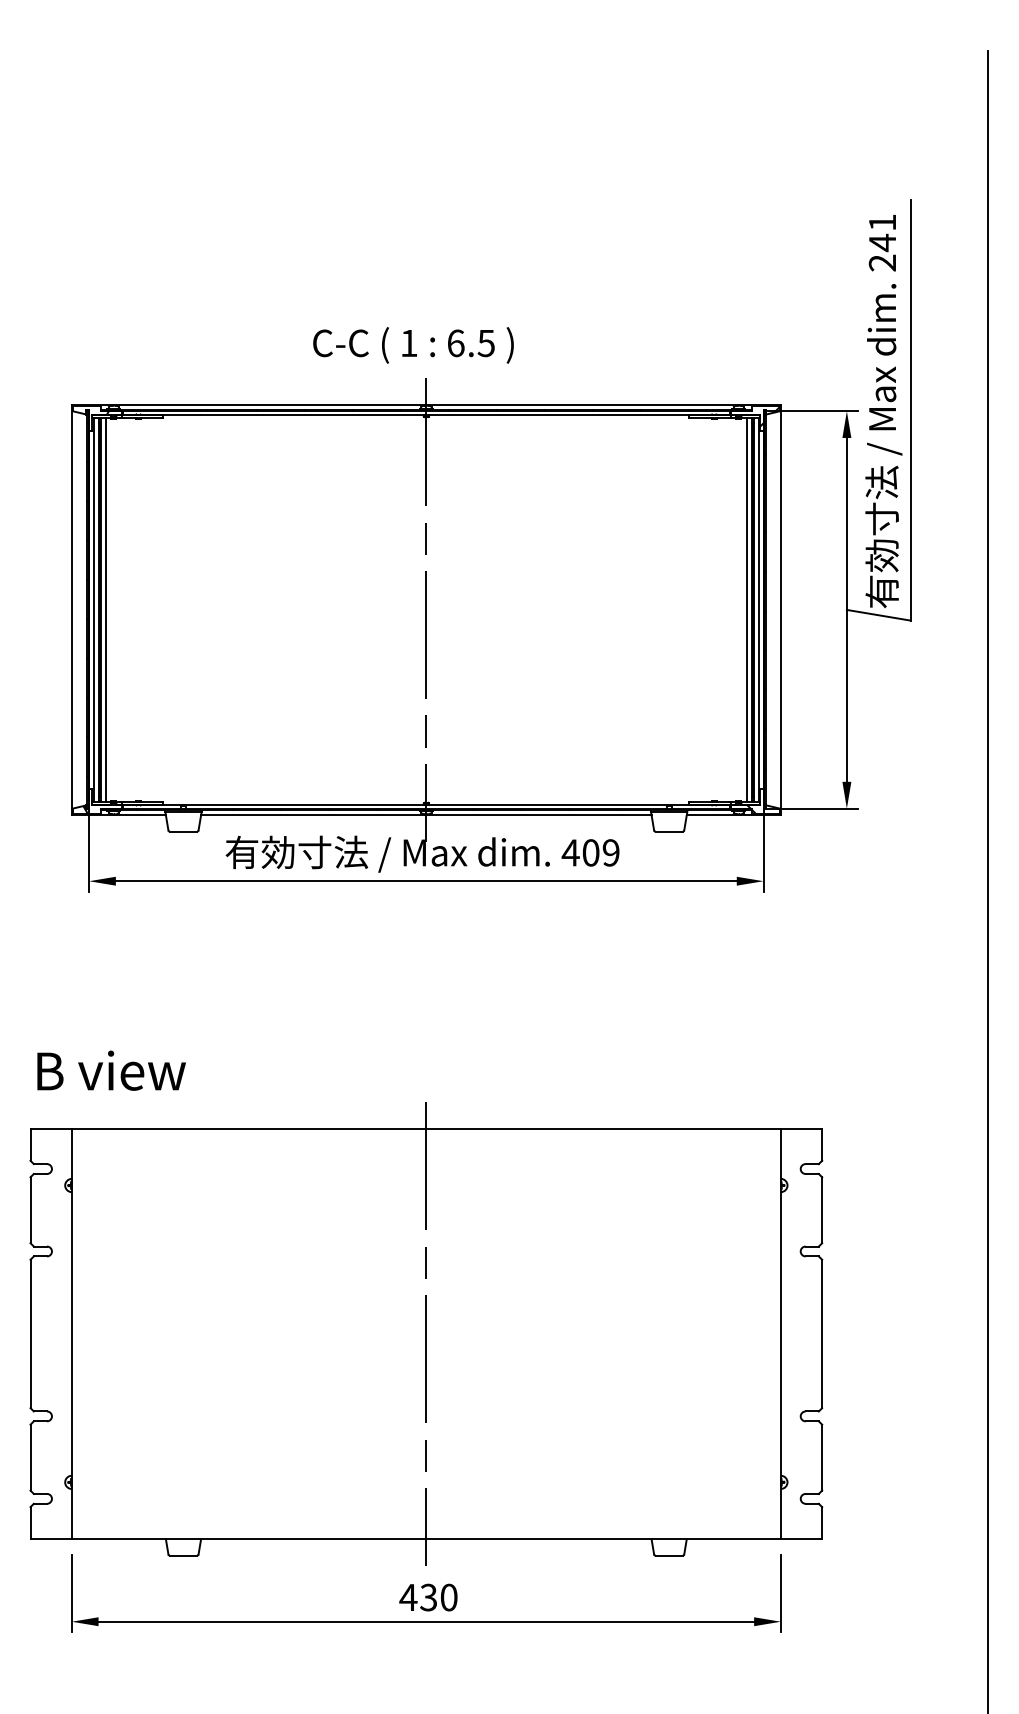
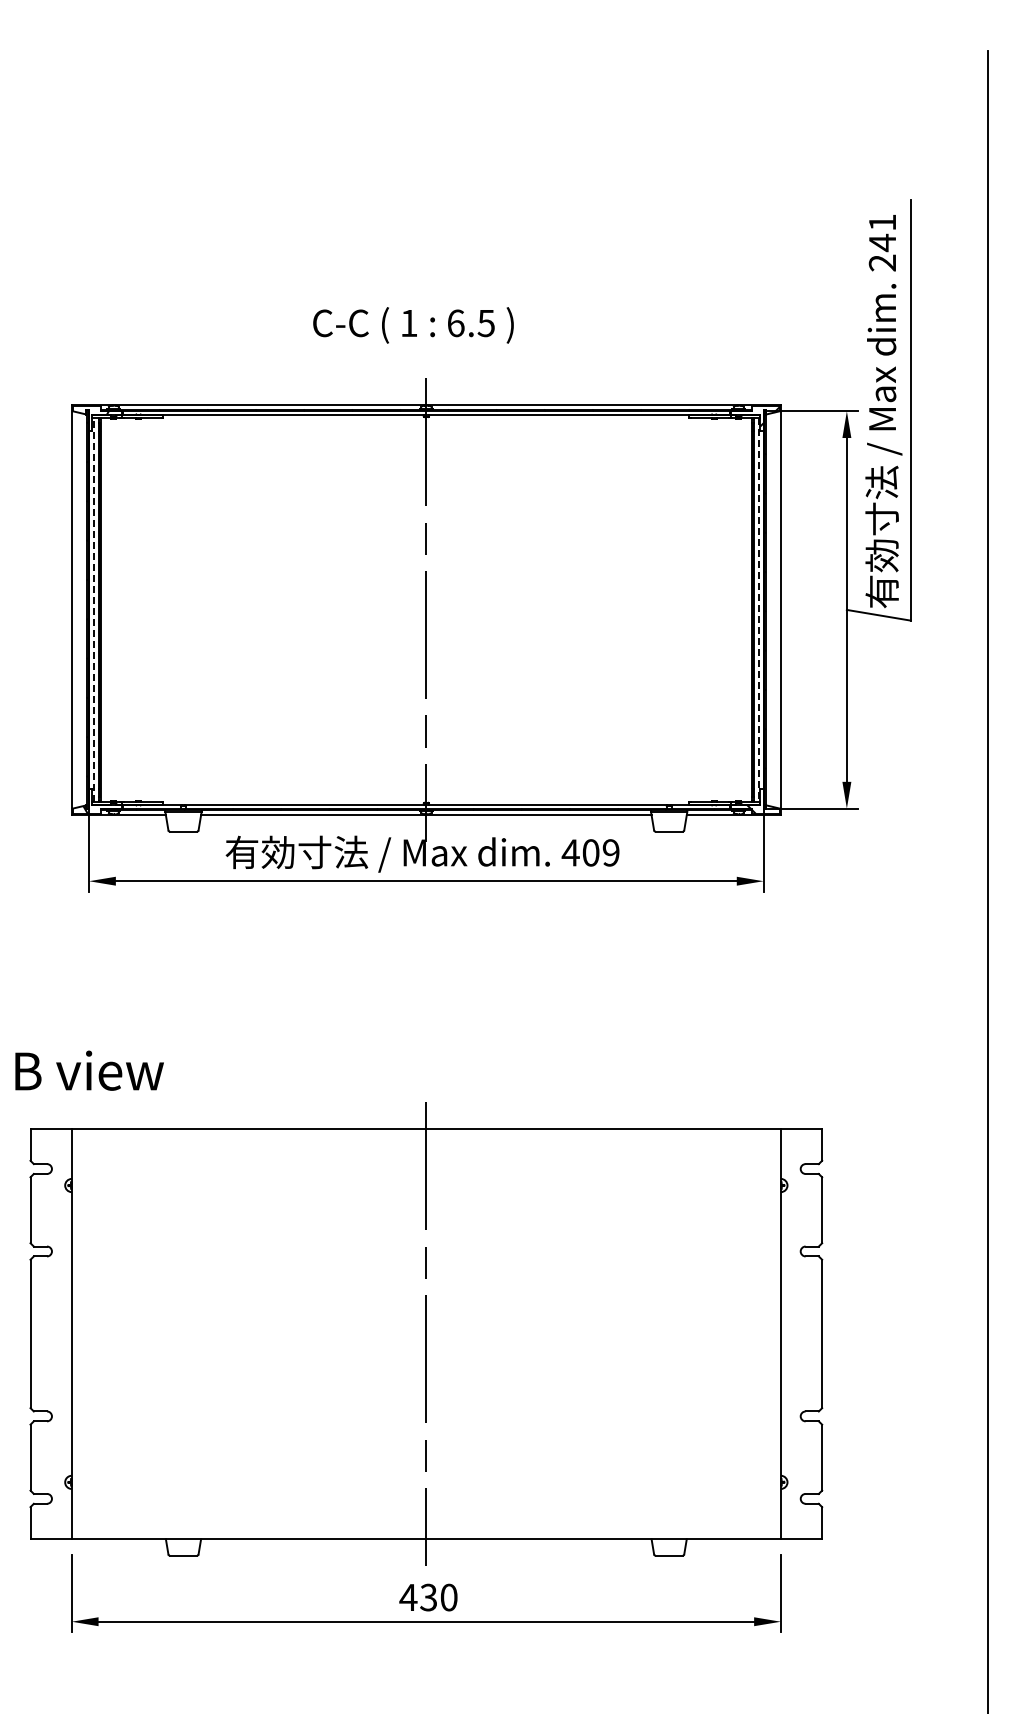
text at (413, 345) position: (413, 345) -> (413, 325)
line at (94, 609): solid -> dashed
line at (105, 609): present -> none
line at (747, 609): present -> none
line at (758, 609): solid -> dashed
text at (111, 1070) position: (111, 1070) -> (89, 1070)
